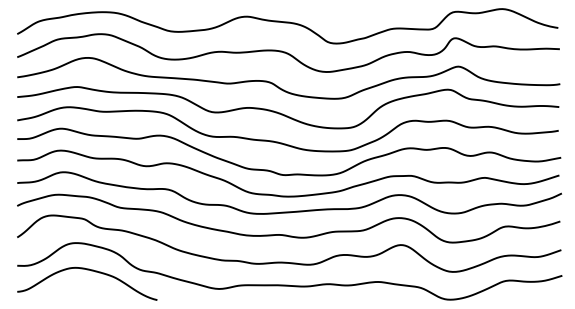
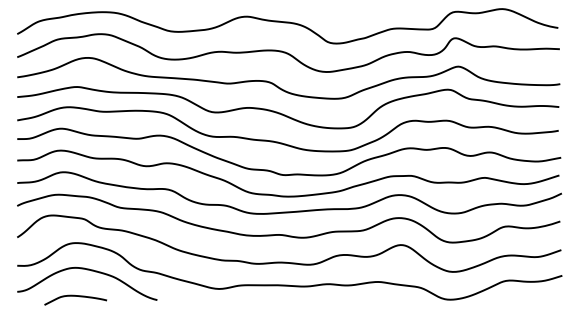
curve at (75, 296): none -> present
